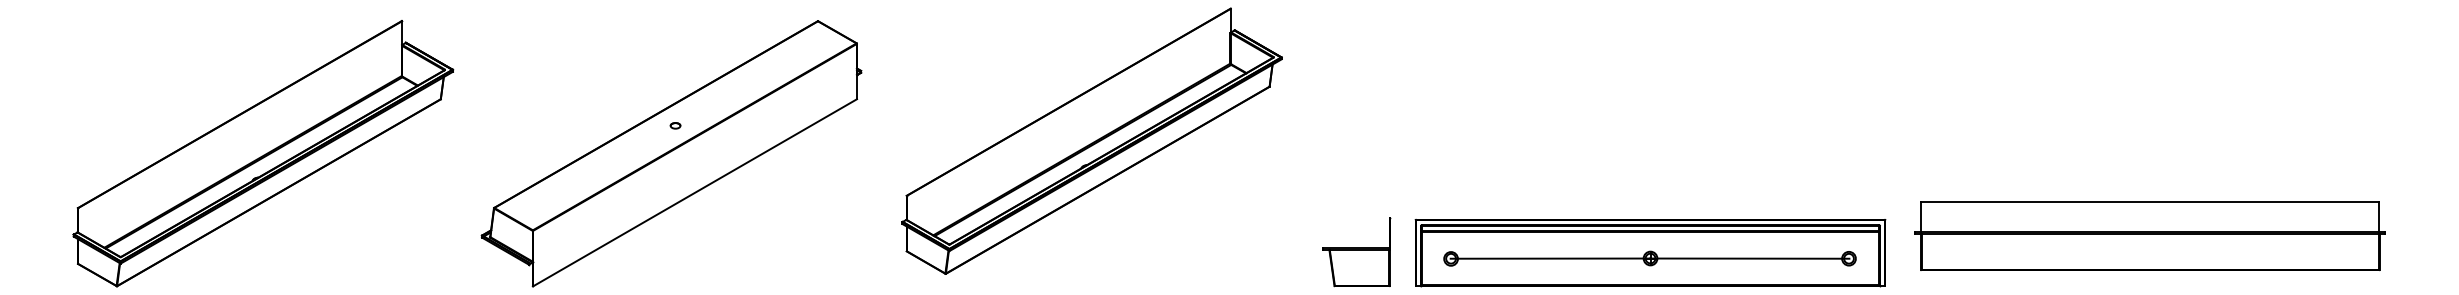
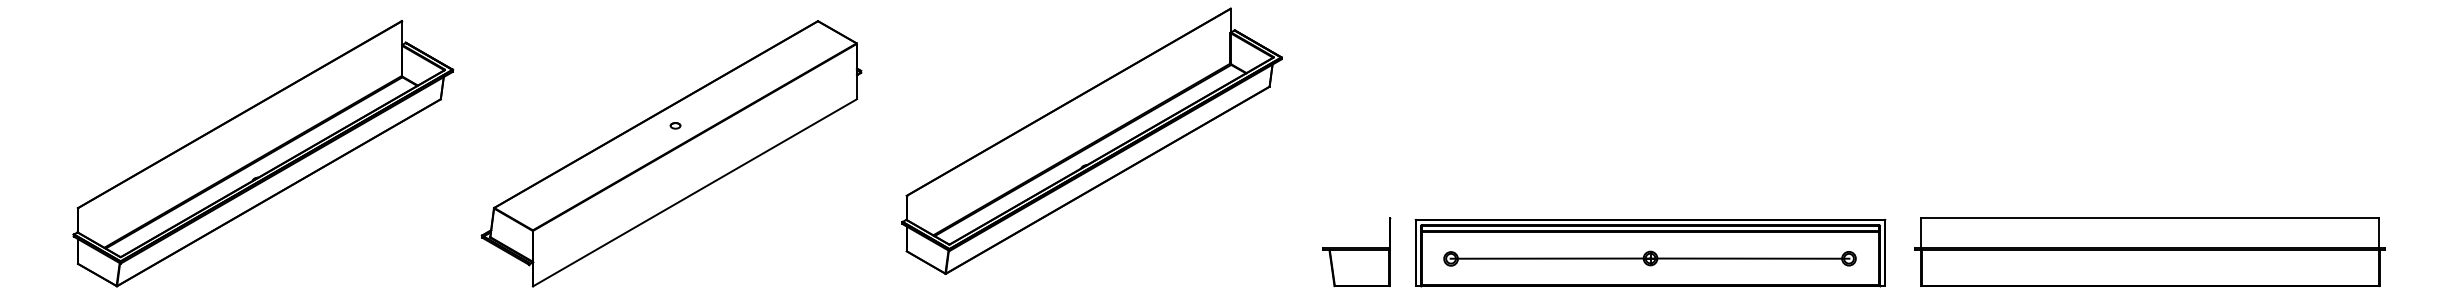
part at (2149, 235) position: (2149, 235) -> (2149, 251)
